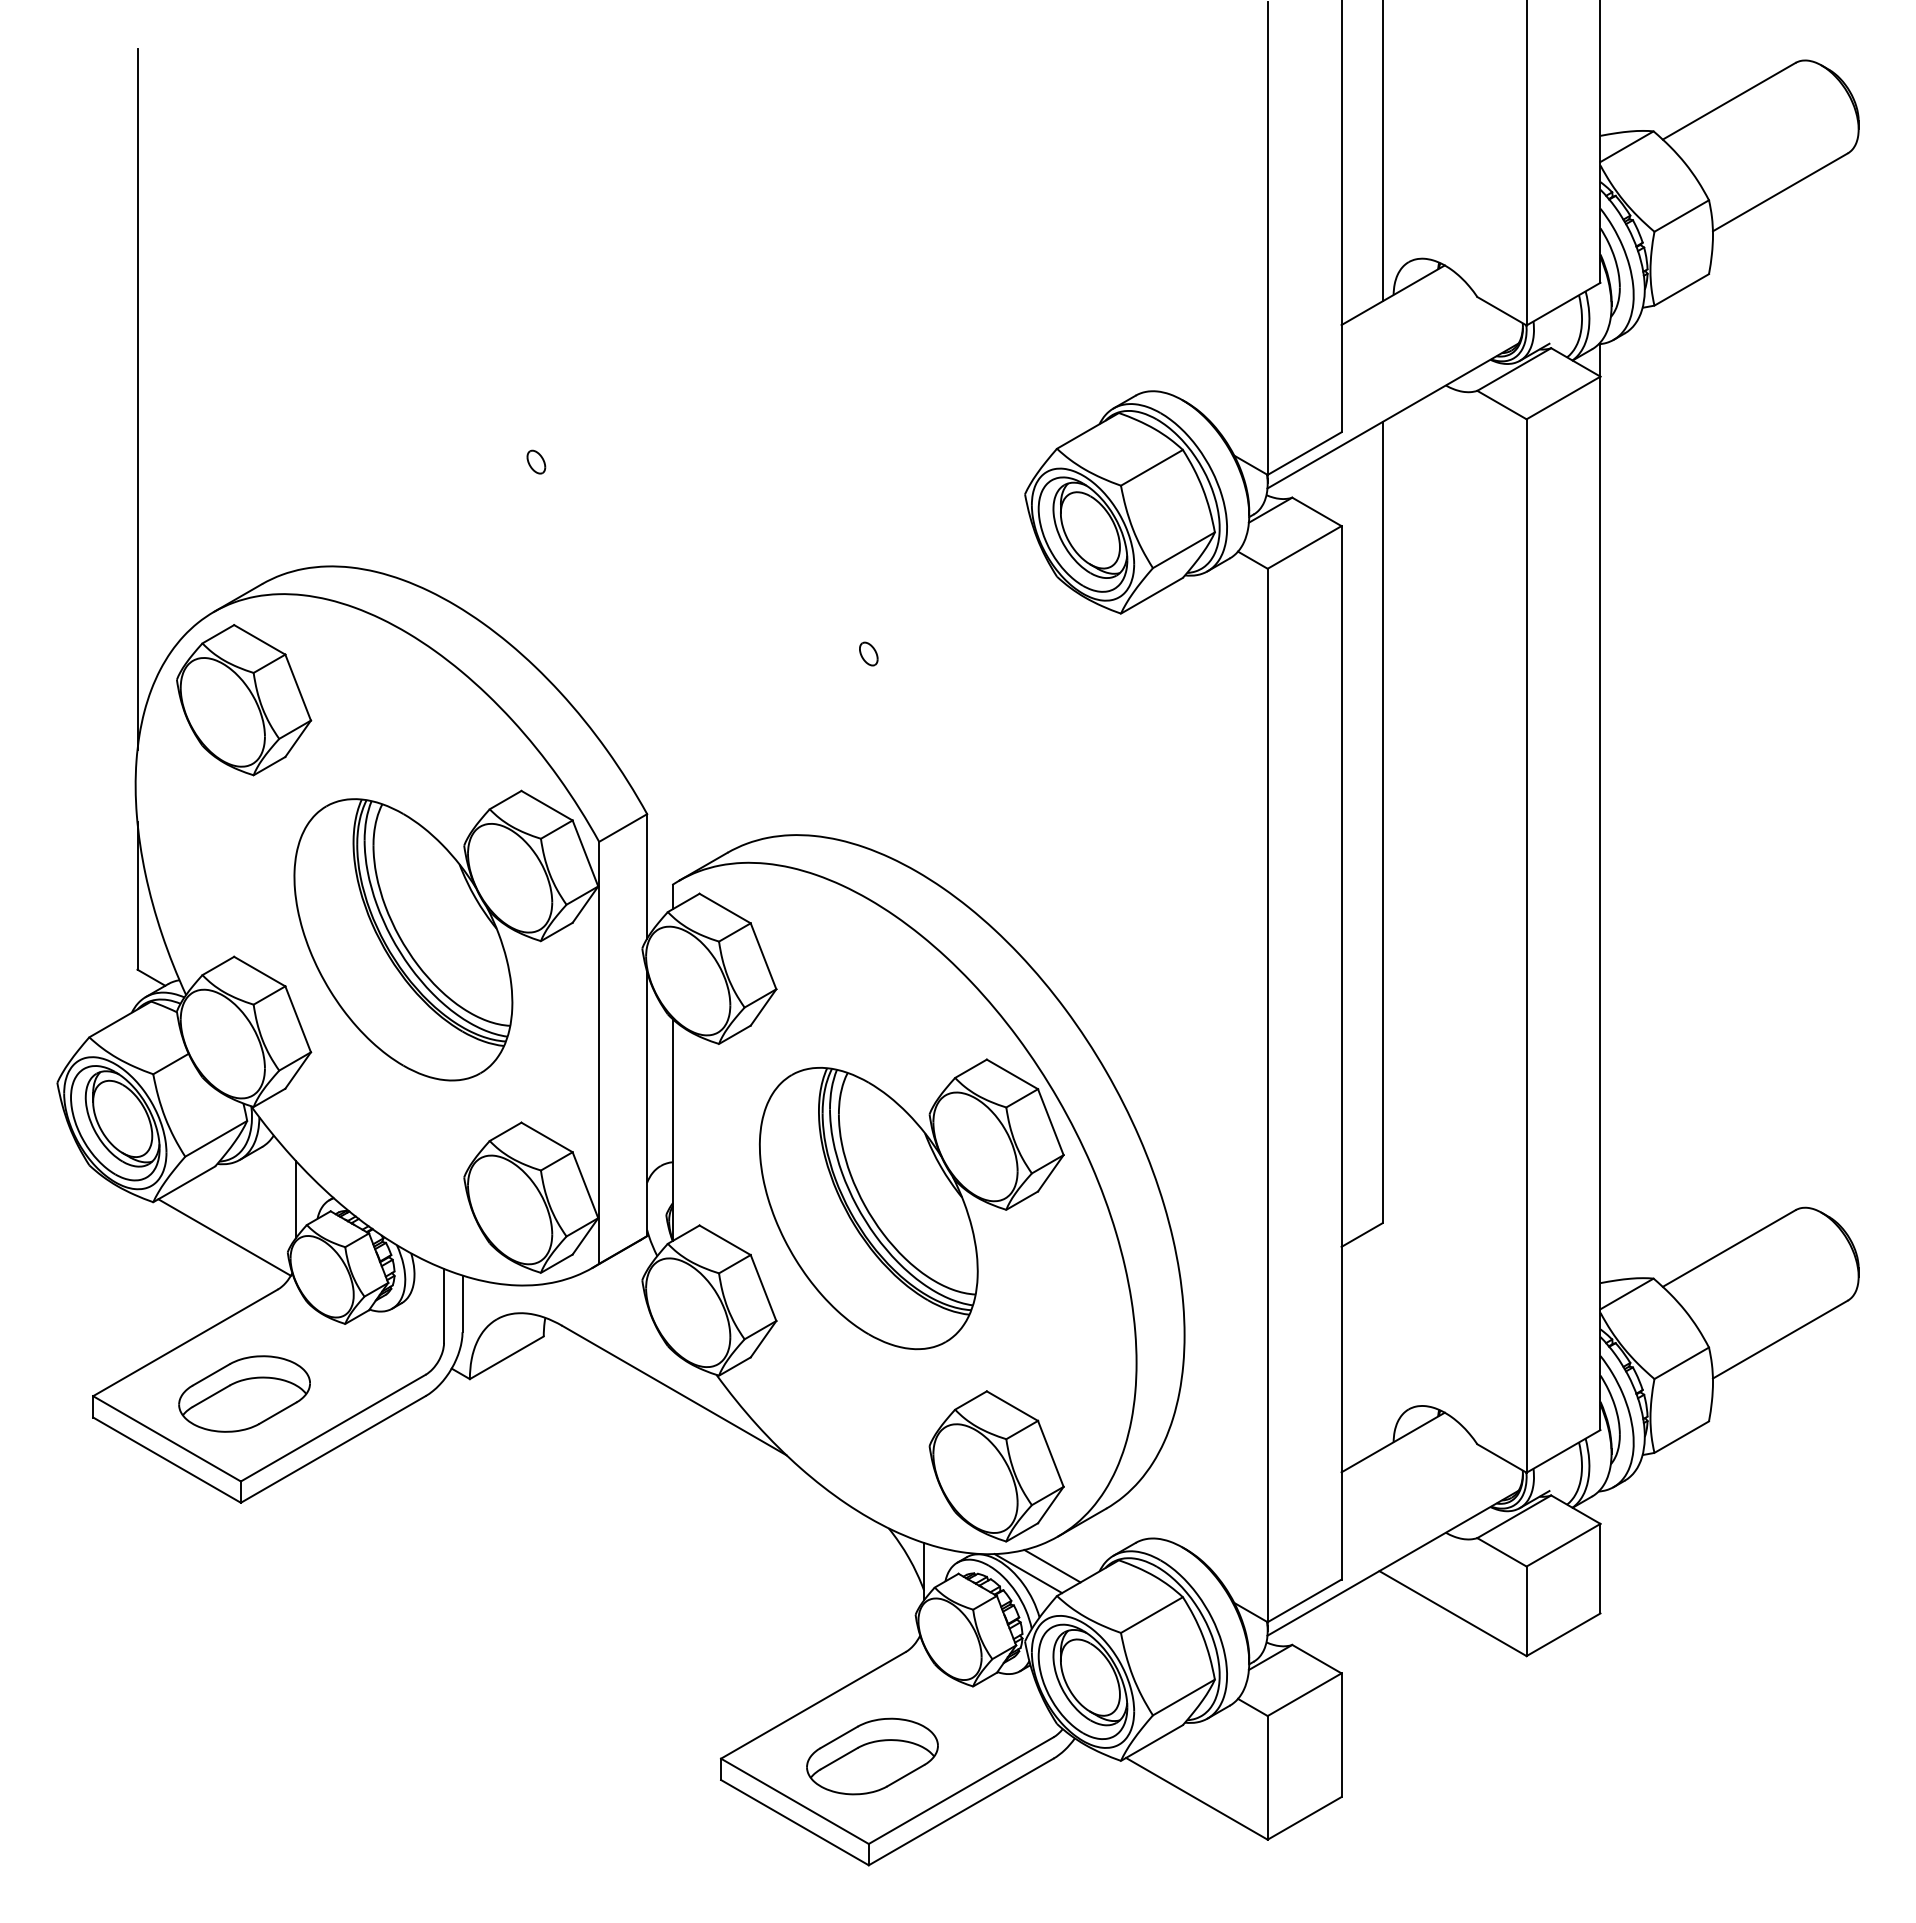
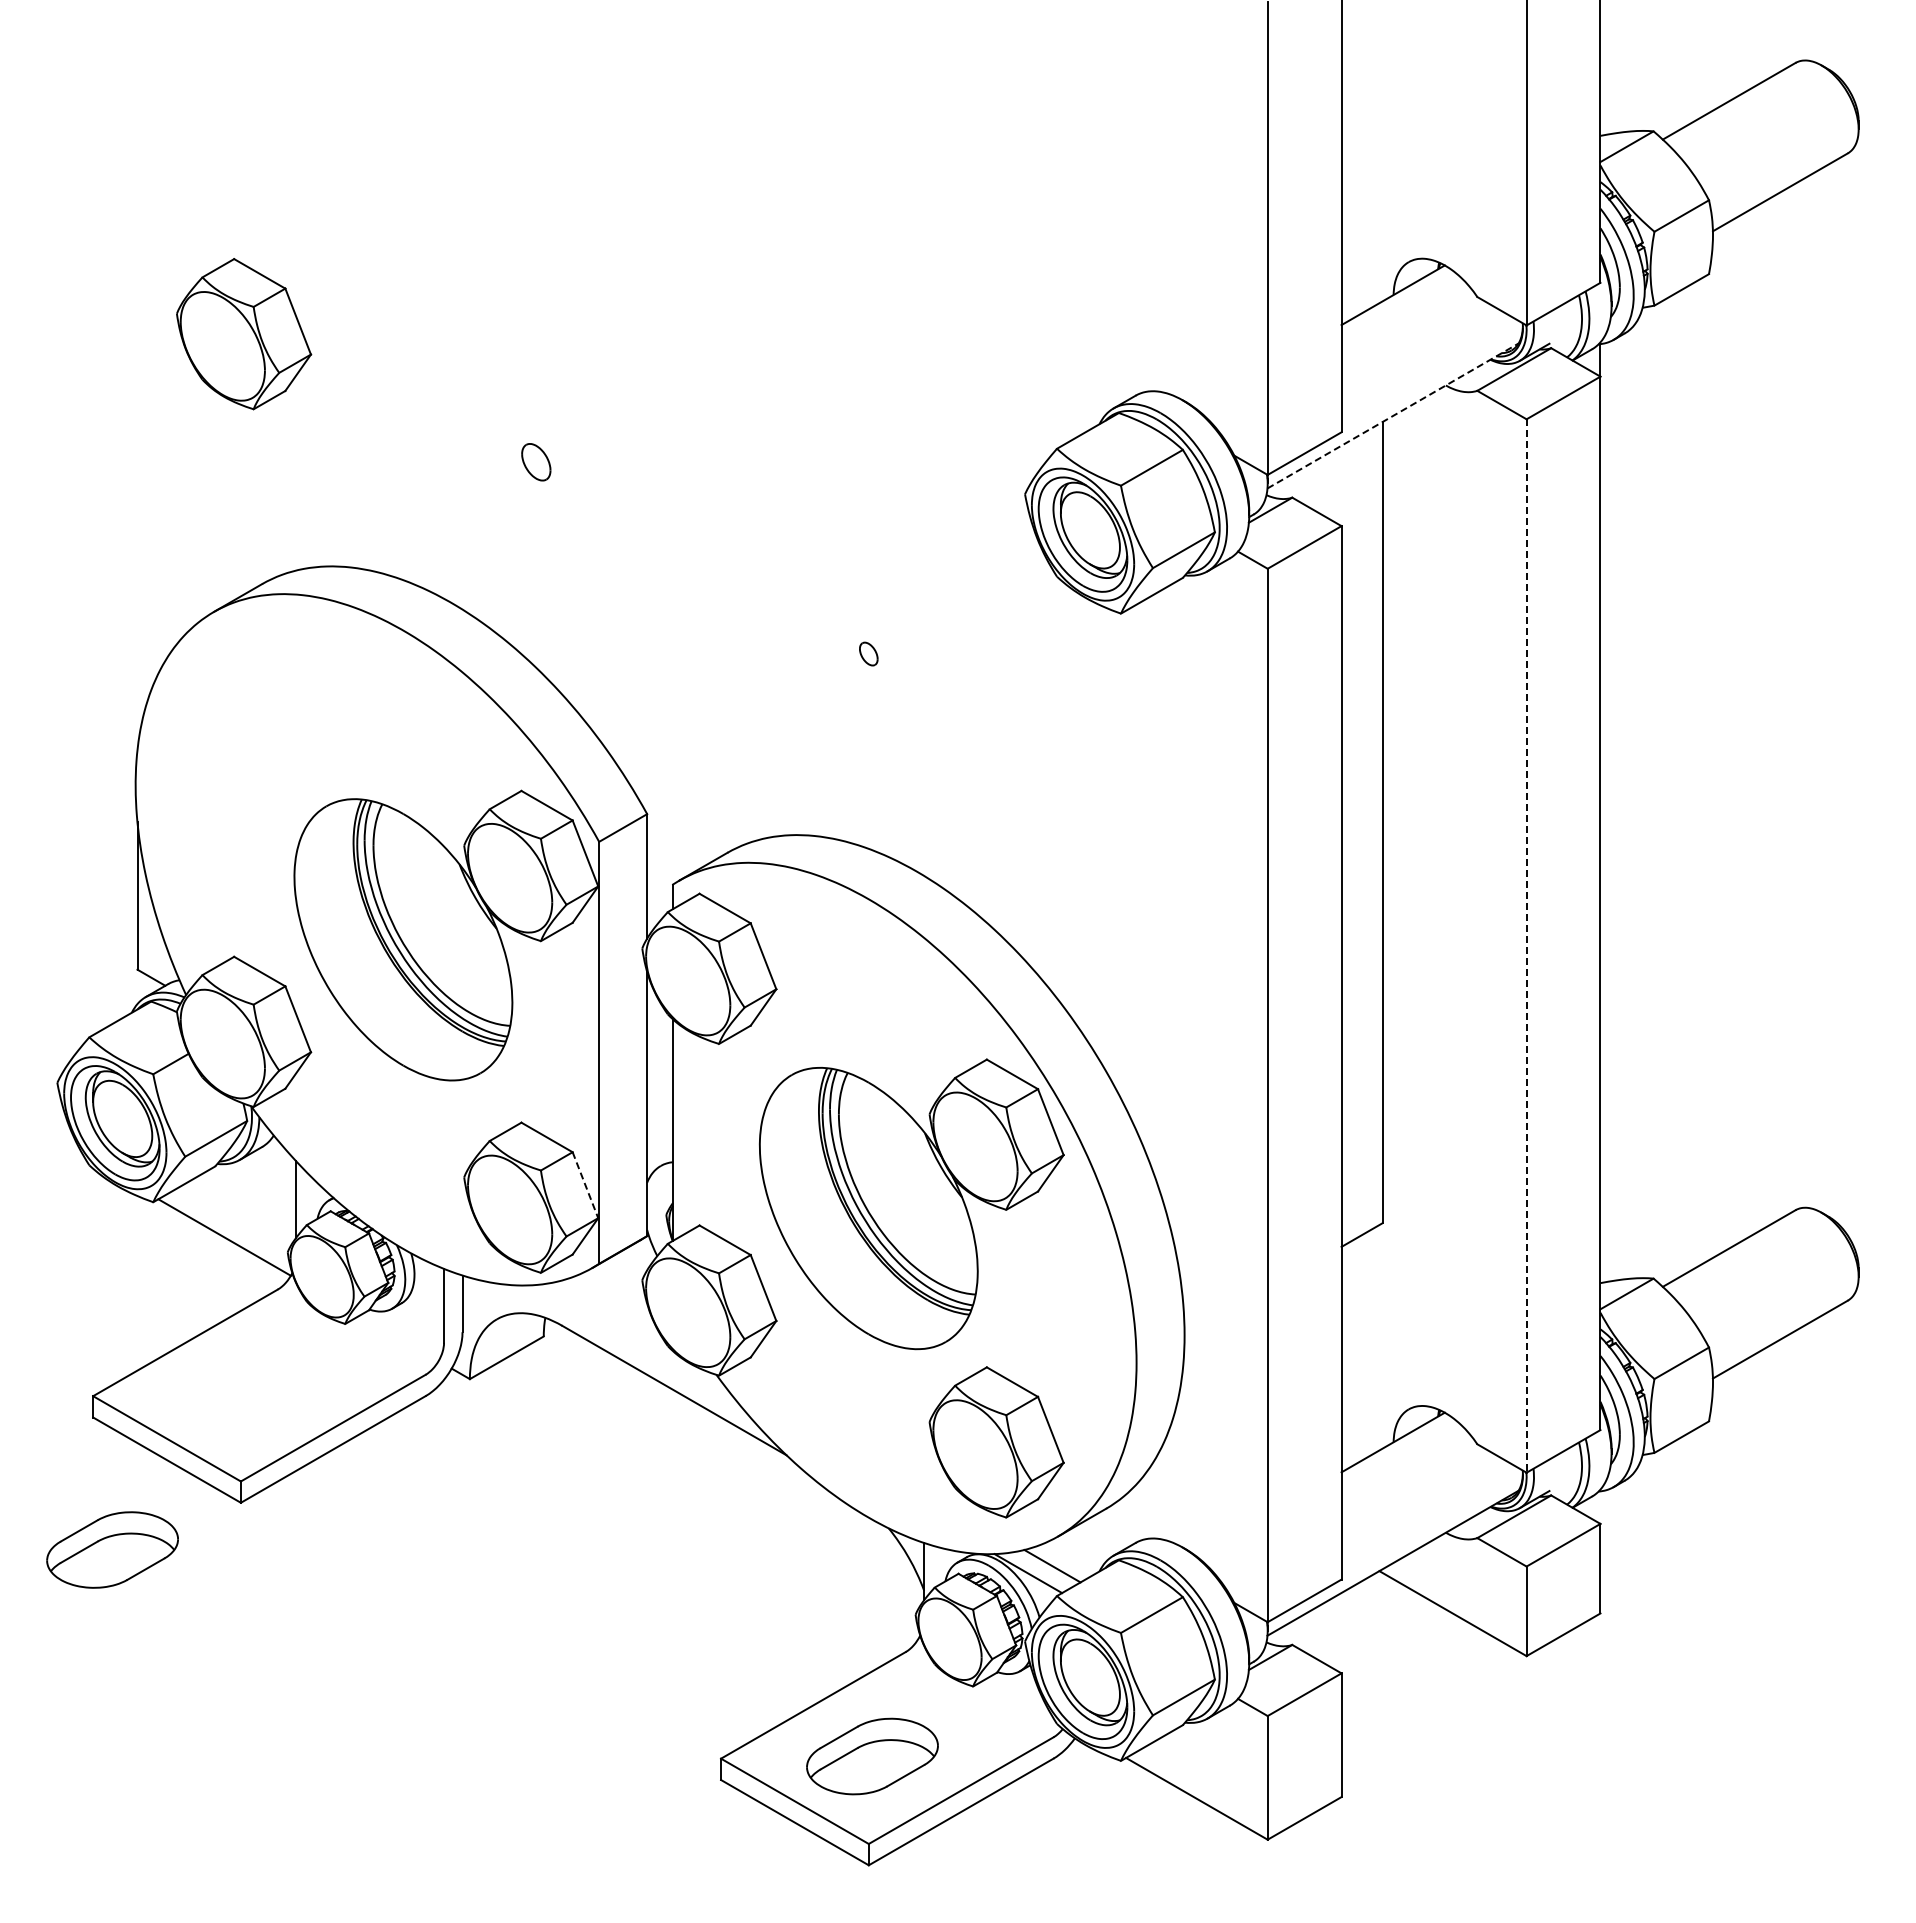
line at (1382, 151): present -> none
line at (137, 399): present -> none
line at (1393, 416): solid -> dashed
part at (536, 461) size: 21x26 px -> 31x39 px
part at (244, 700) position: (244, 700) -> (244, 334)
line at (1526, 946): solid -> dashed
line at (585, 1185): solid -> dashed
part at (244, 1393) position: (244, 1393) -> (112, 1549)
part at (996, 1466) position: (996, 1466) -> (996, 1442)
